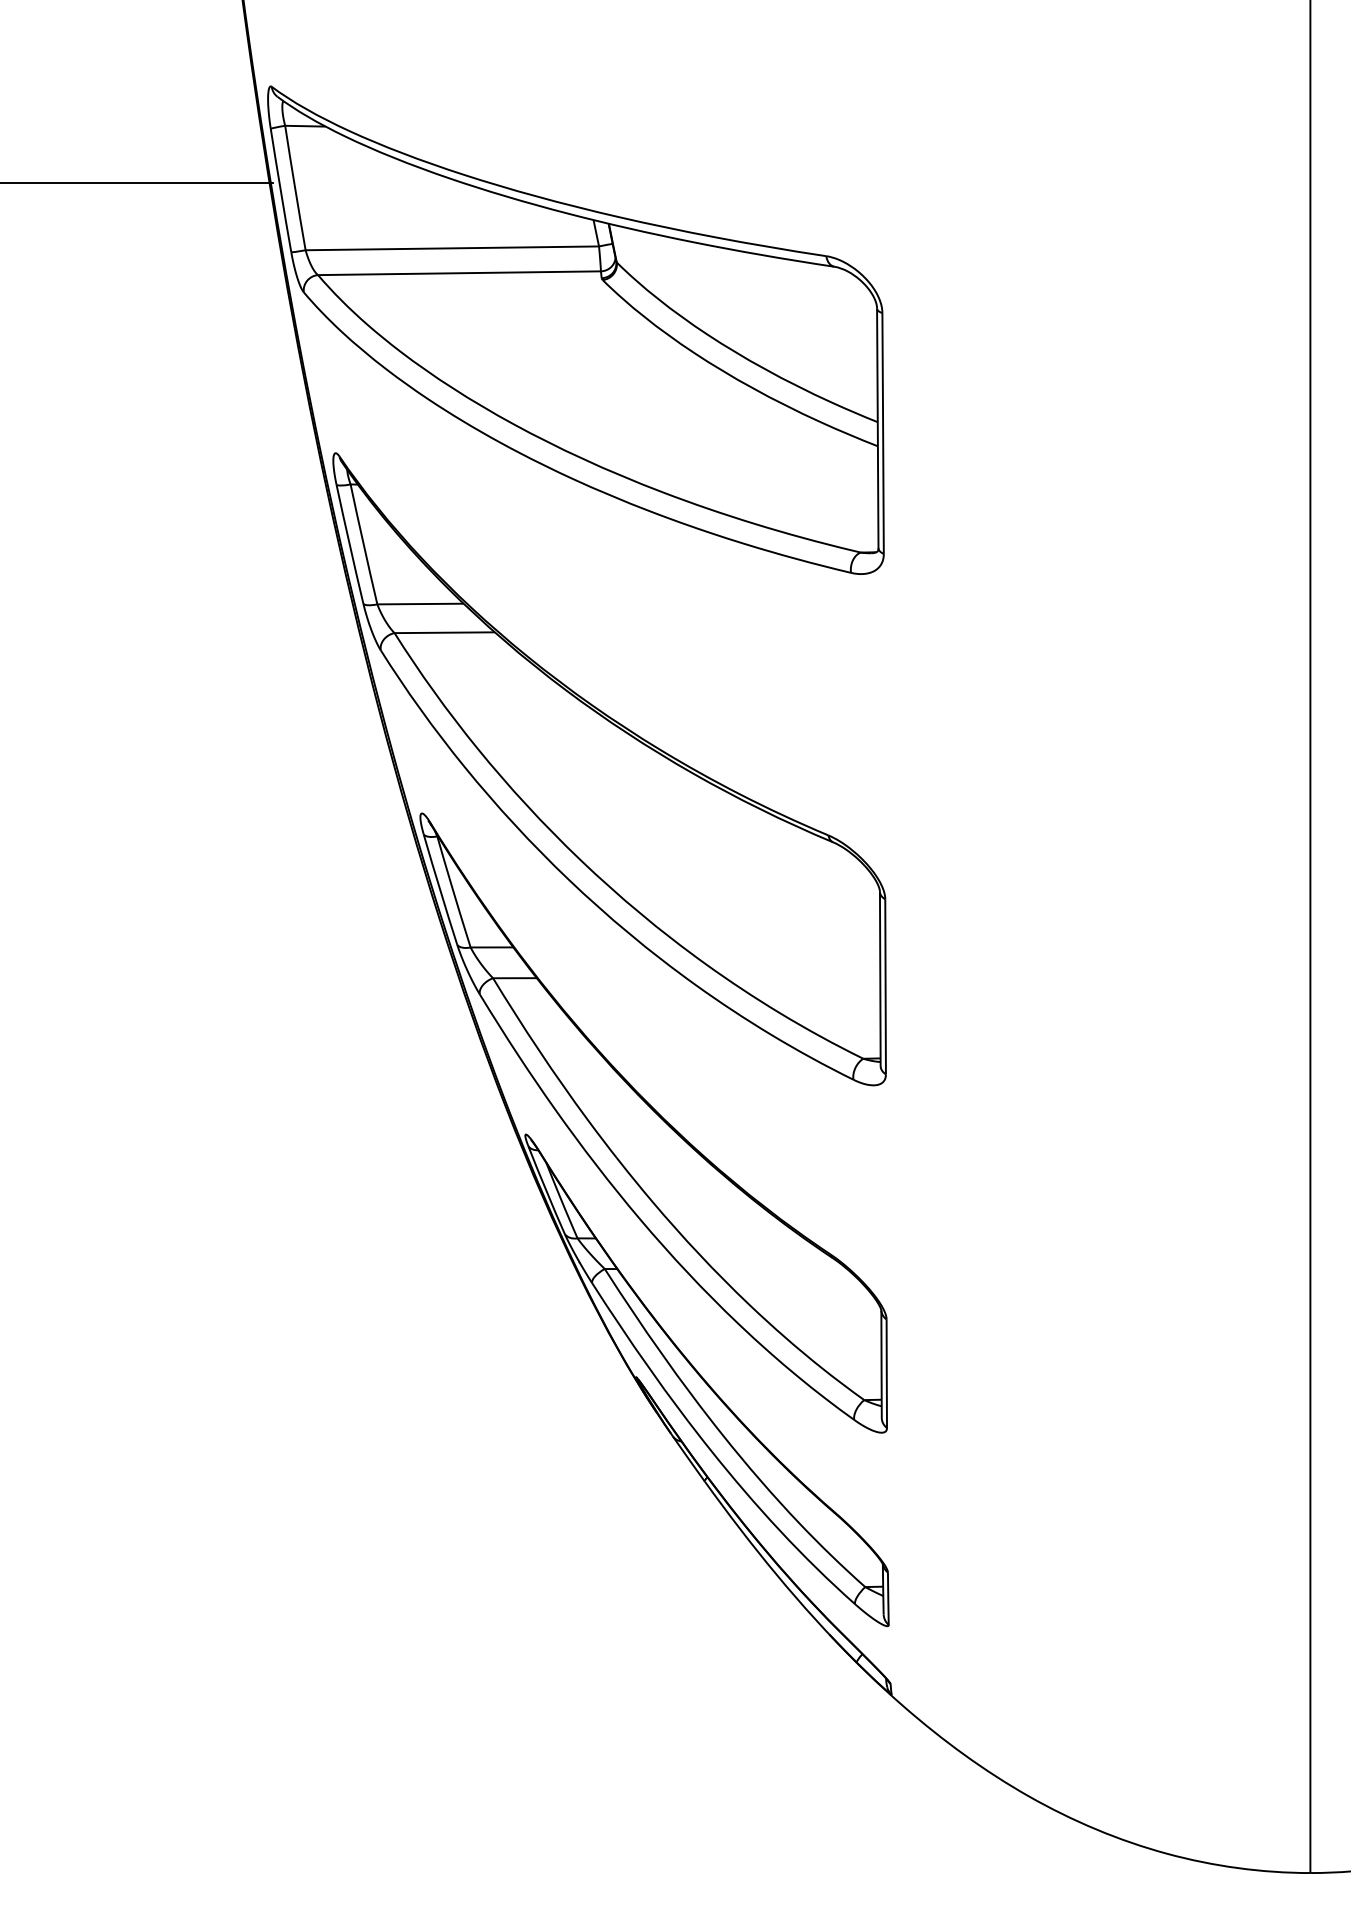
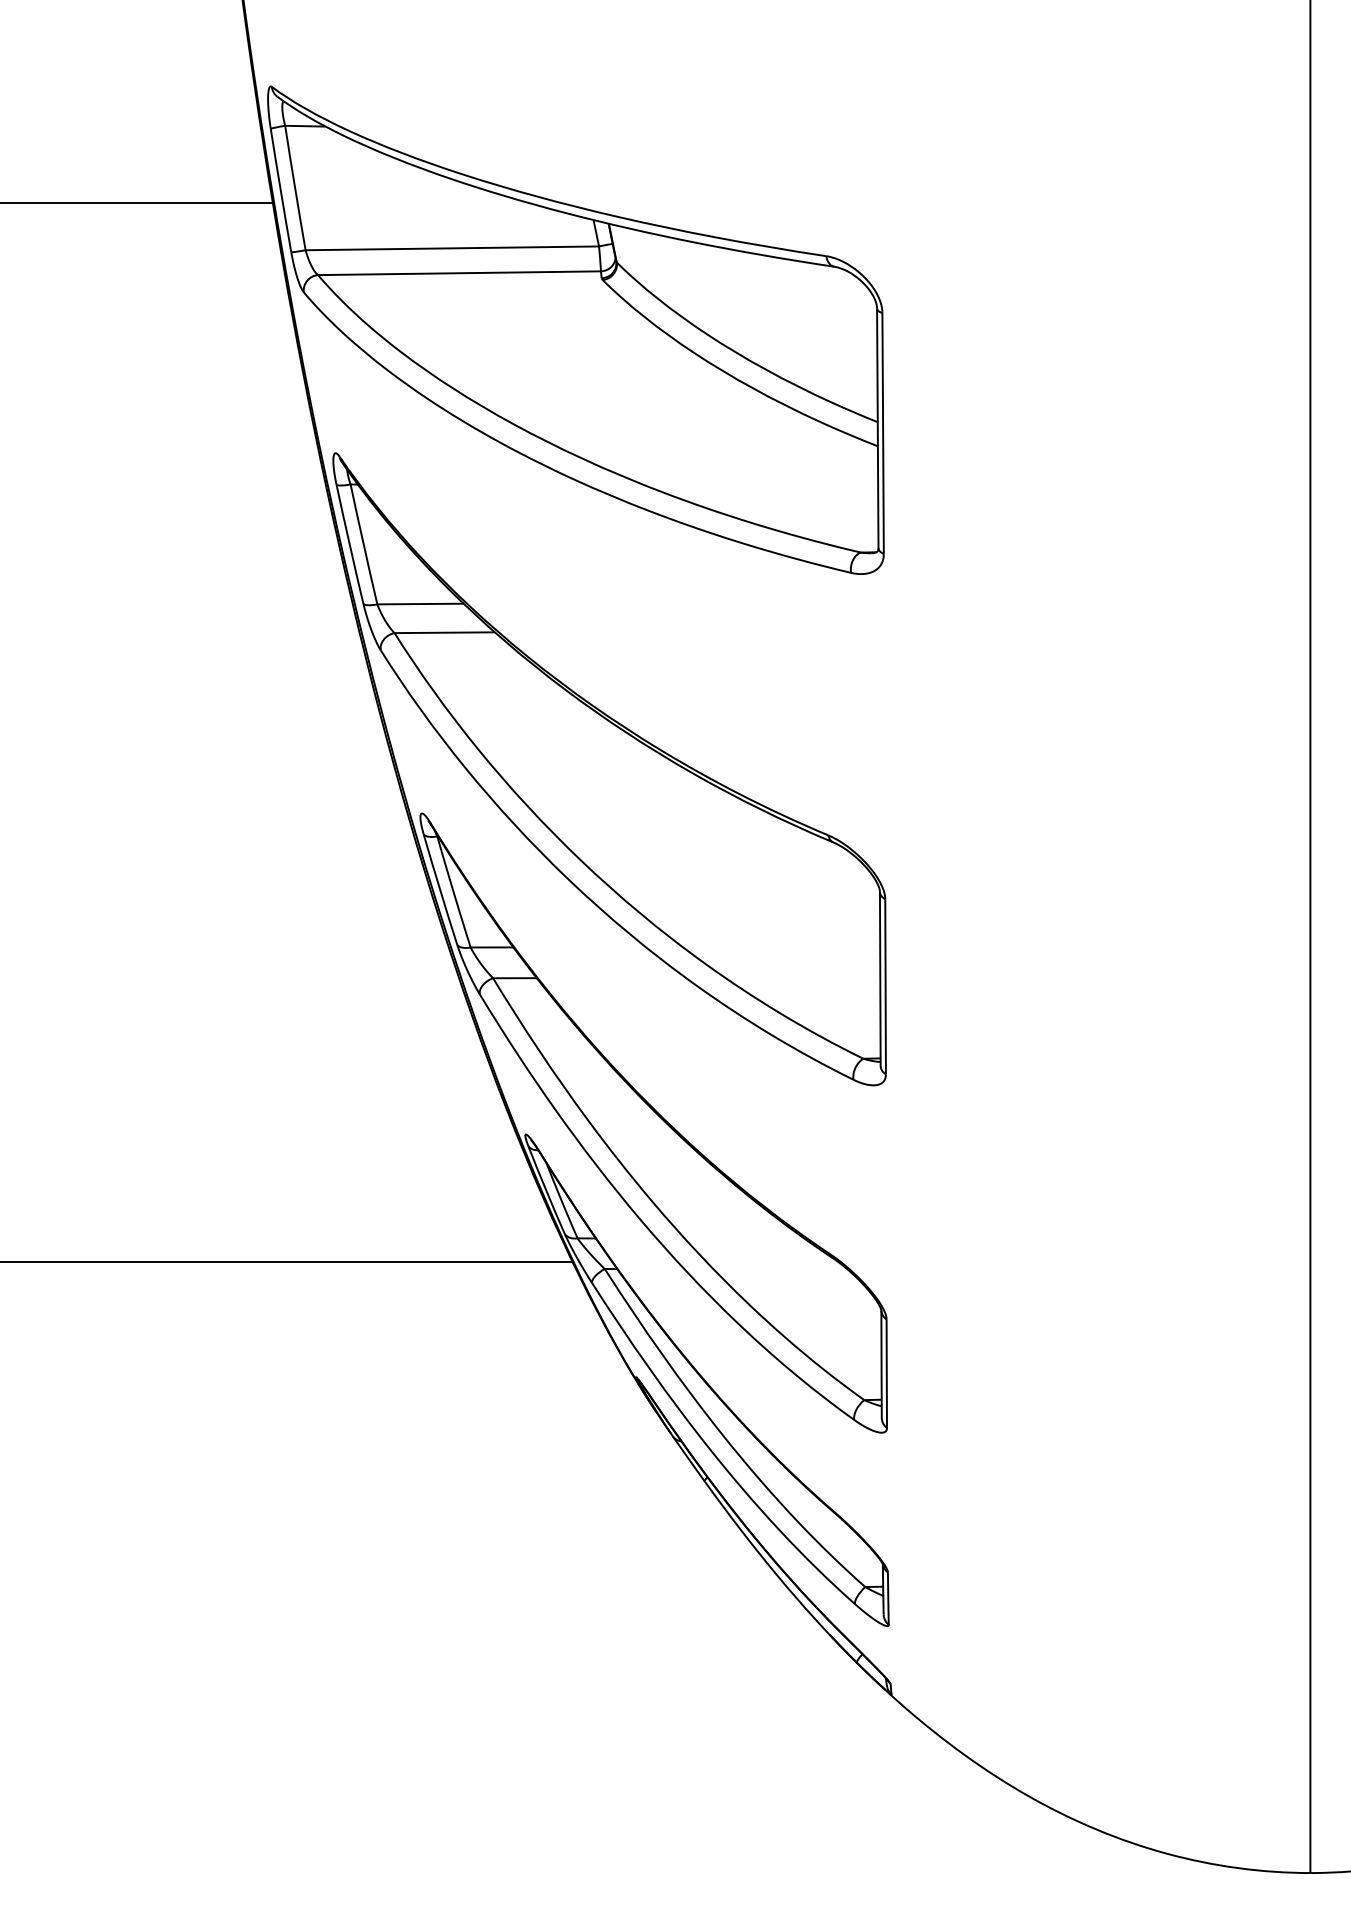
line at (137, 182) position: (137, 182) -> (137, 202)
line at (287, 1261): none -> present
